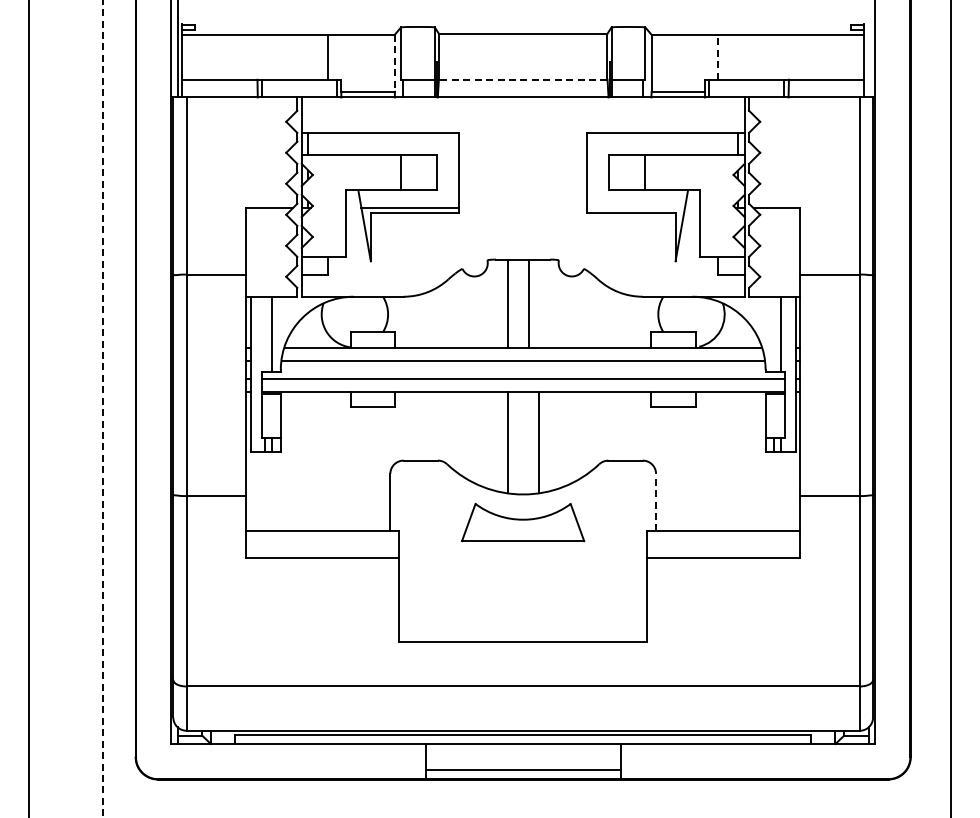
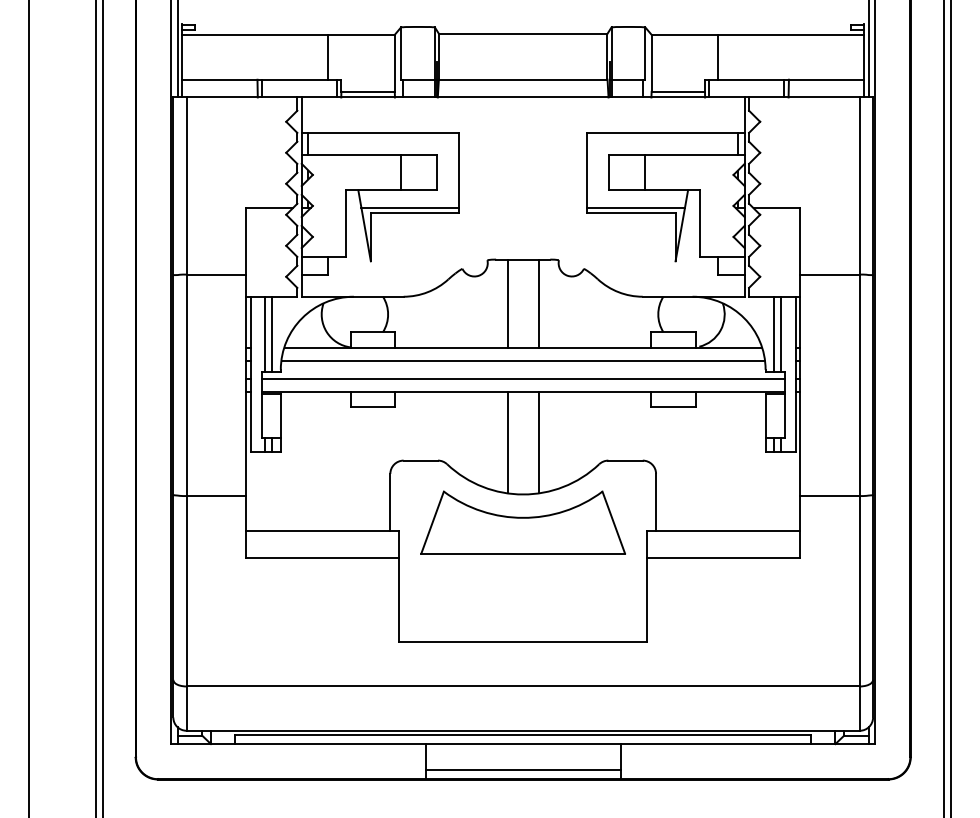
line at (868, 49): none -> present
line at (718, 56): dashed -> solid
line at (394, 63): dashed -> solid
line at (522, 79): dashed -> solid
line at (635, 208): none -> present
line at (528, 303) position: (528, 303) -> (538, 303)
line at (265, 334): none -> present
line at (774, 334): none -> present
line at (95, 408): none -> present
line at (102, 408): dashed -> solid
line at (943, 408): none -> present
line at (656, 502): dashed -> solid
part at (523, 522) size: 125x40 px -> 206x65 px
